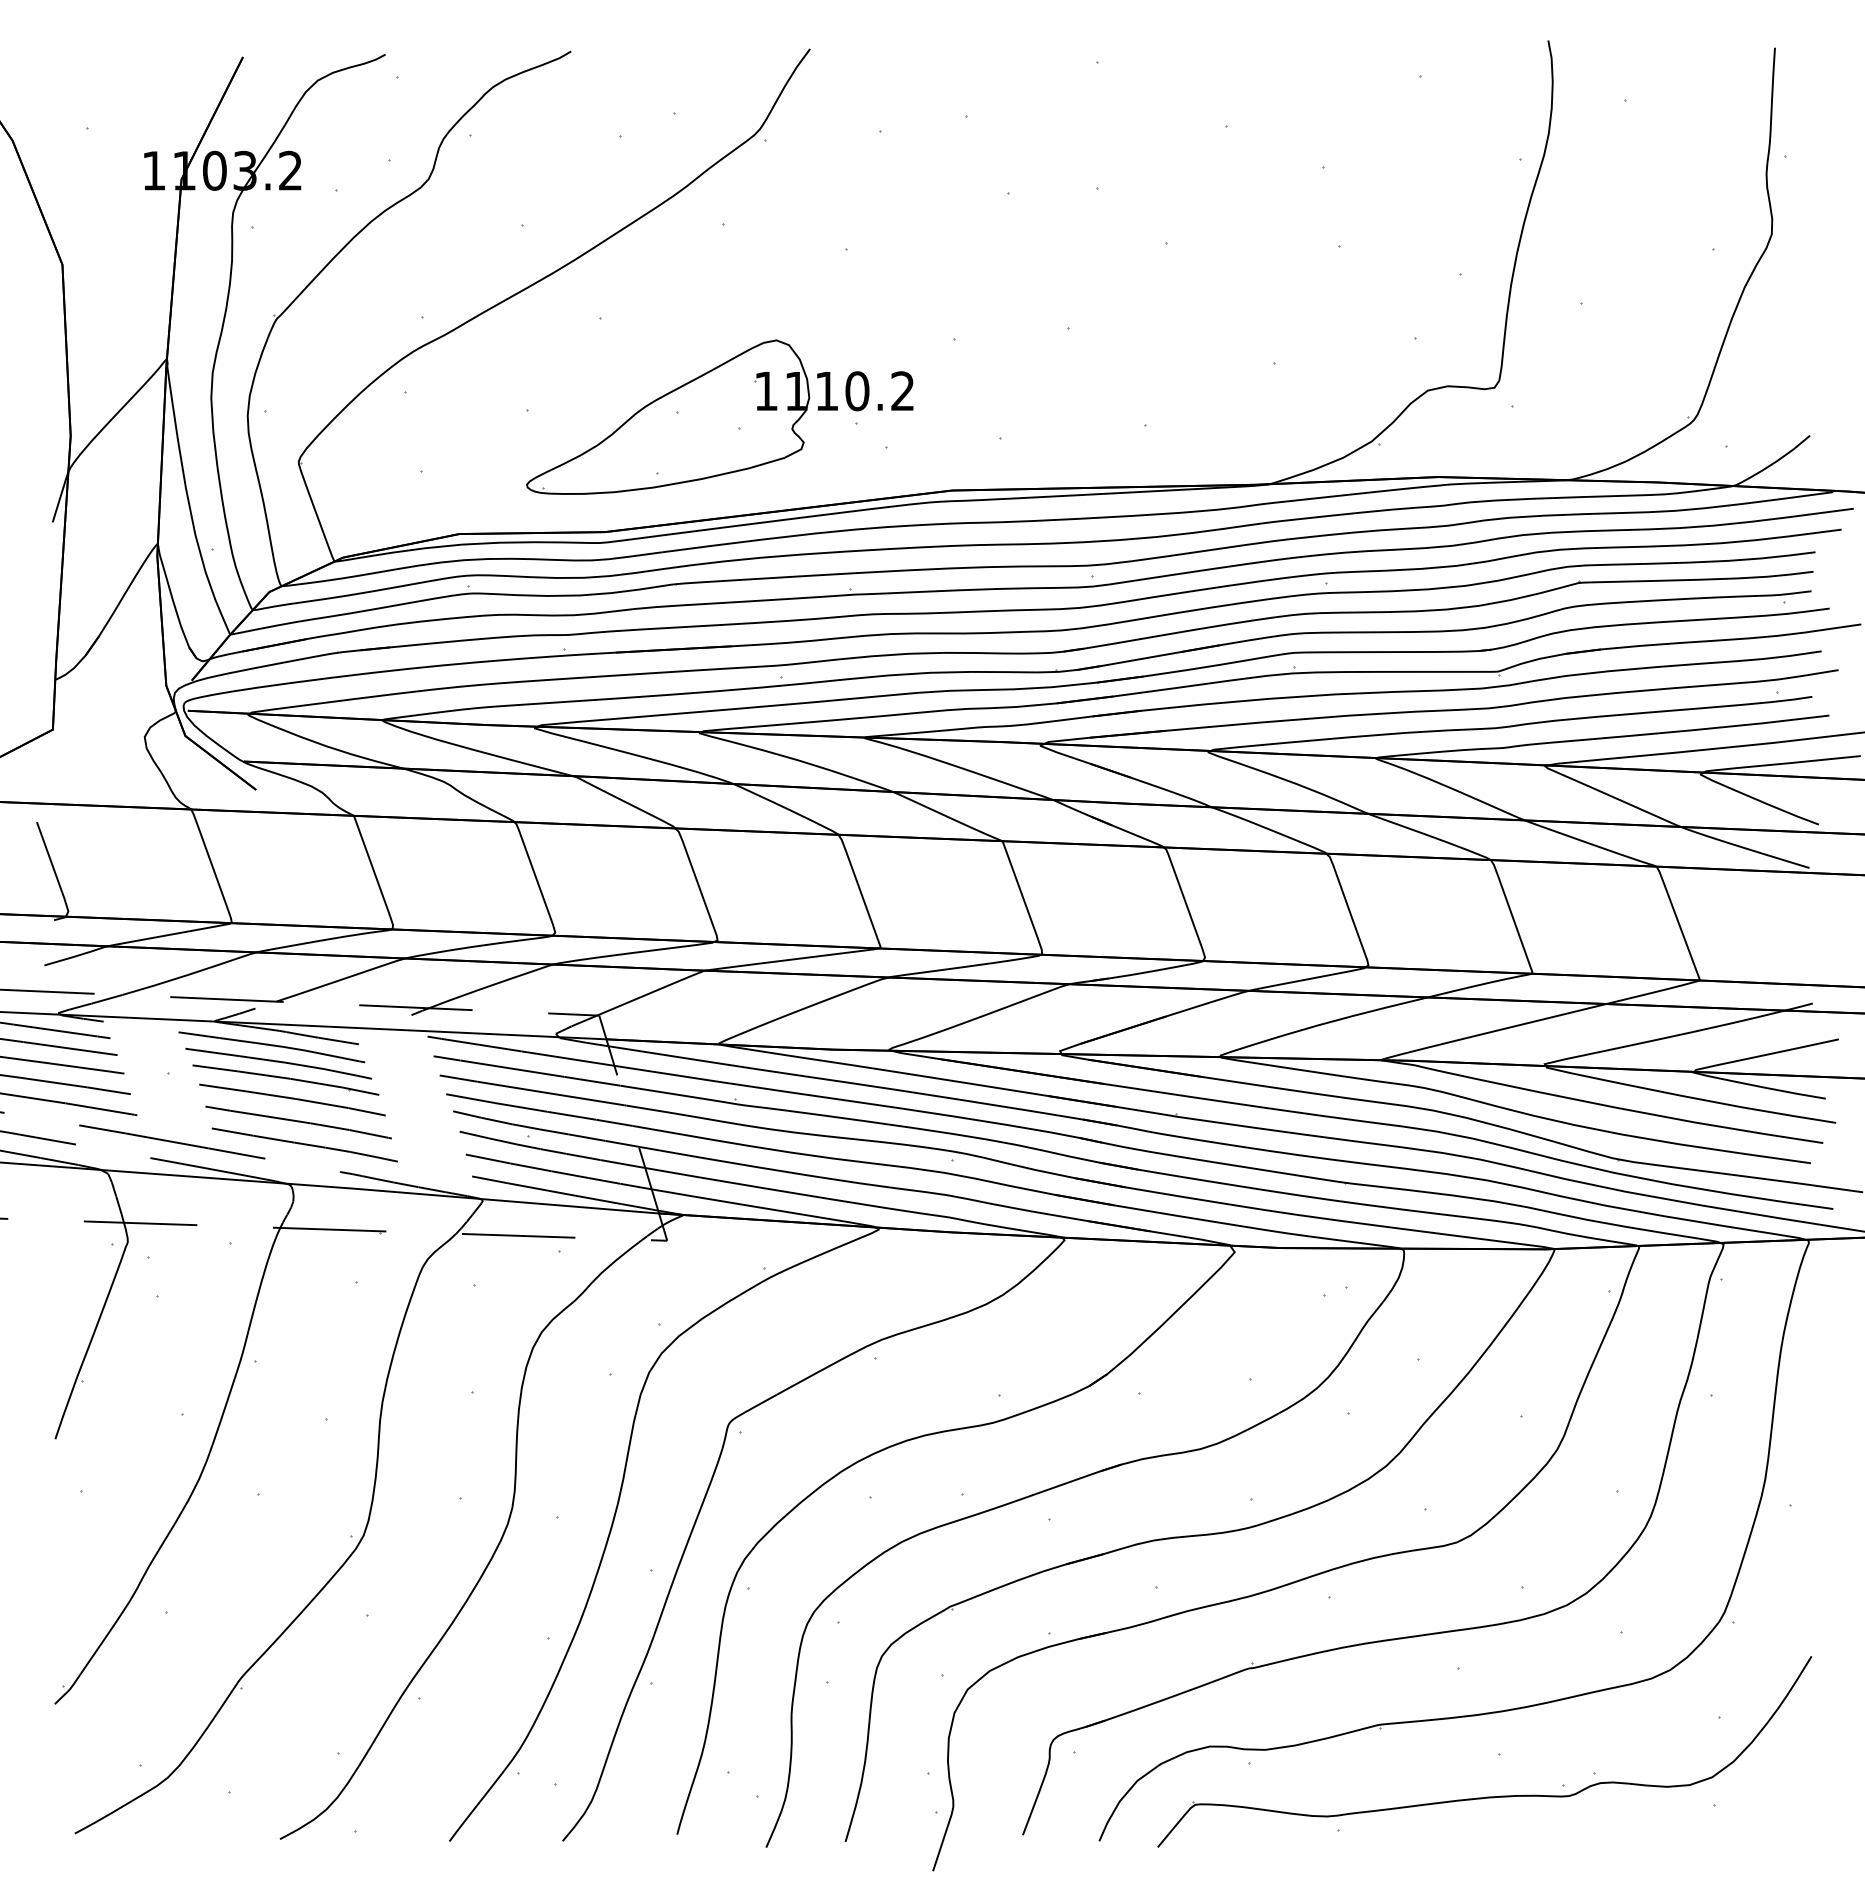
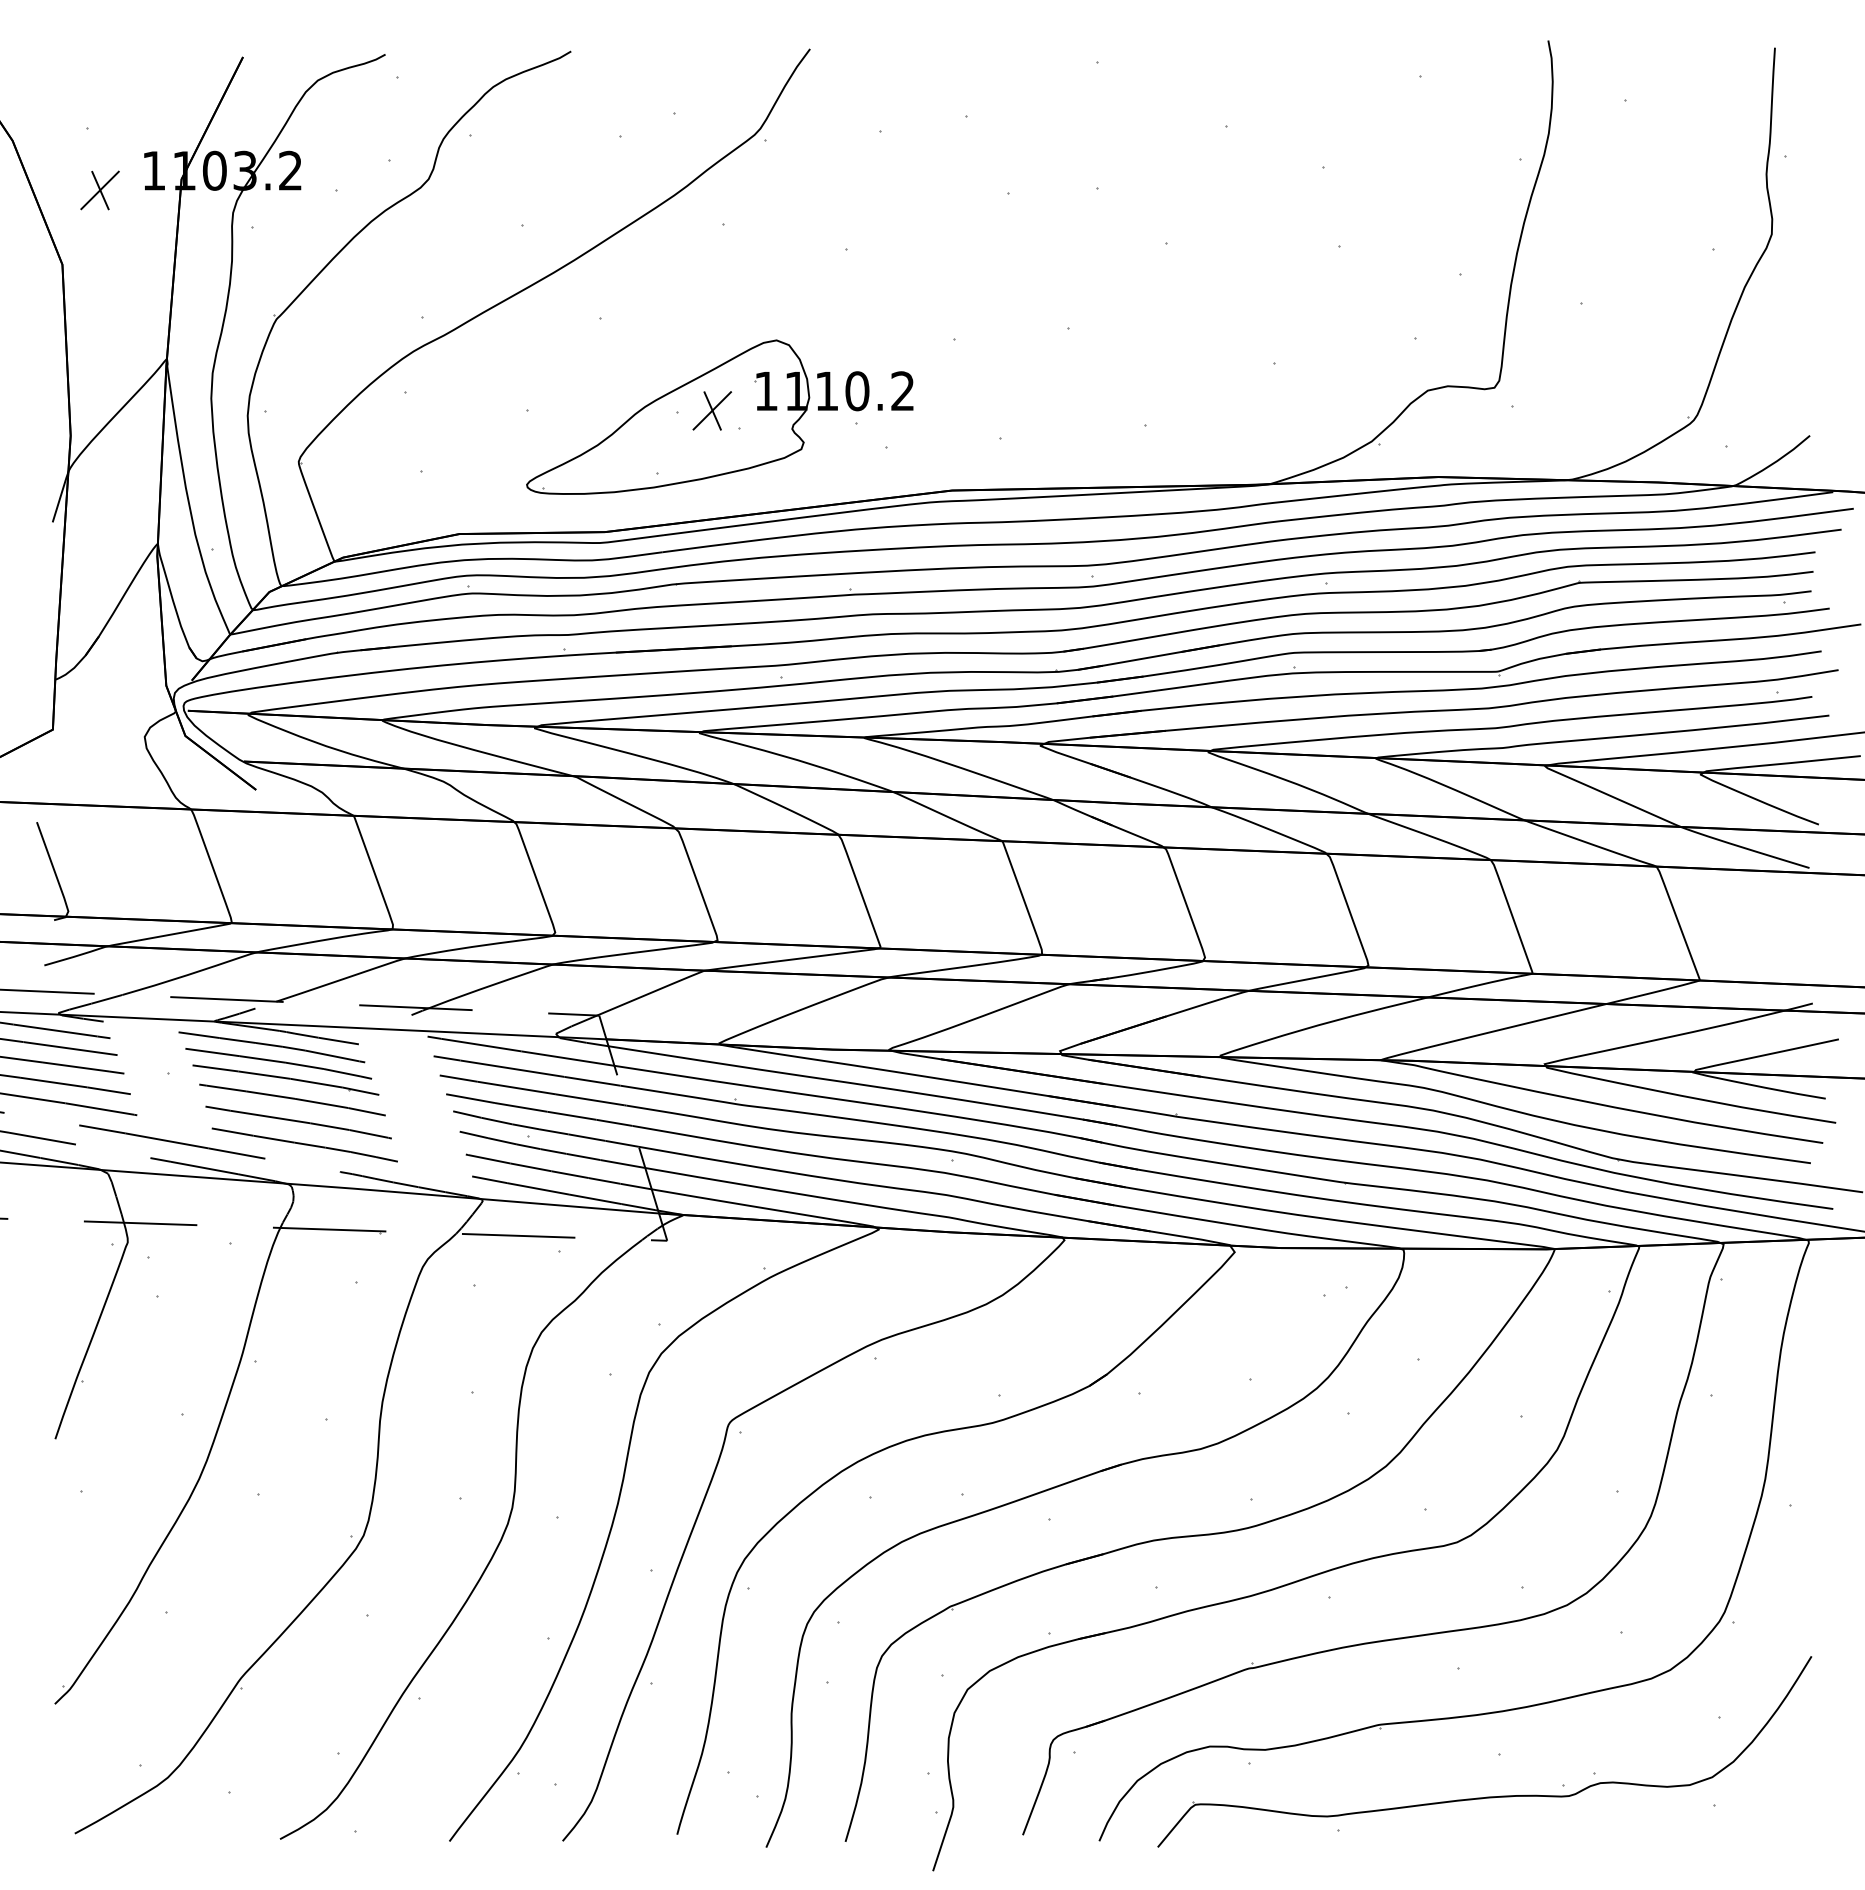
part at (99, 190): none -> present
part at (711, 410): none -> present
